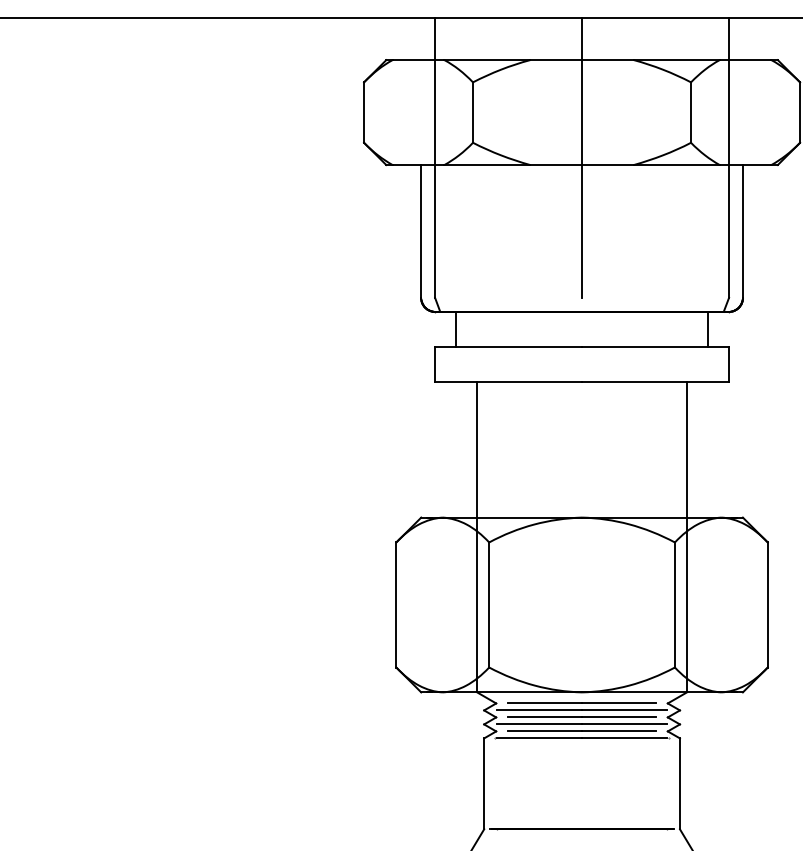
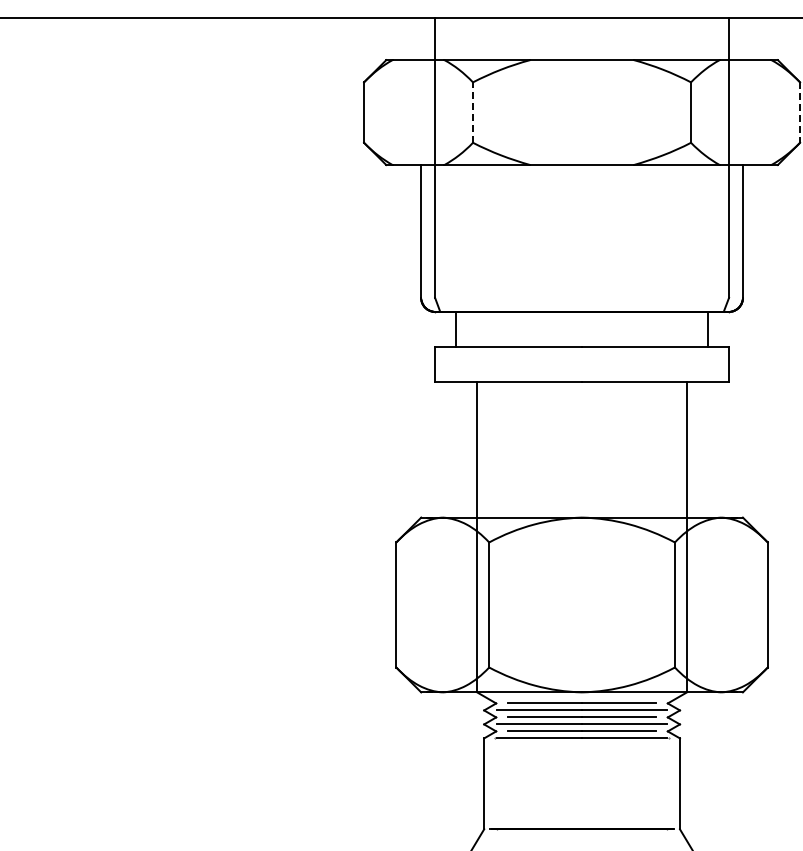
line at (473, 112): solid -> dashed
line at (800, 113): solid -> dashed
line at (582, 157): present -> none
